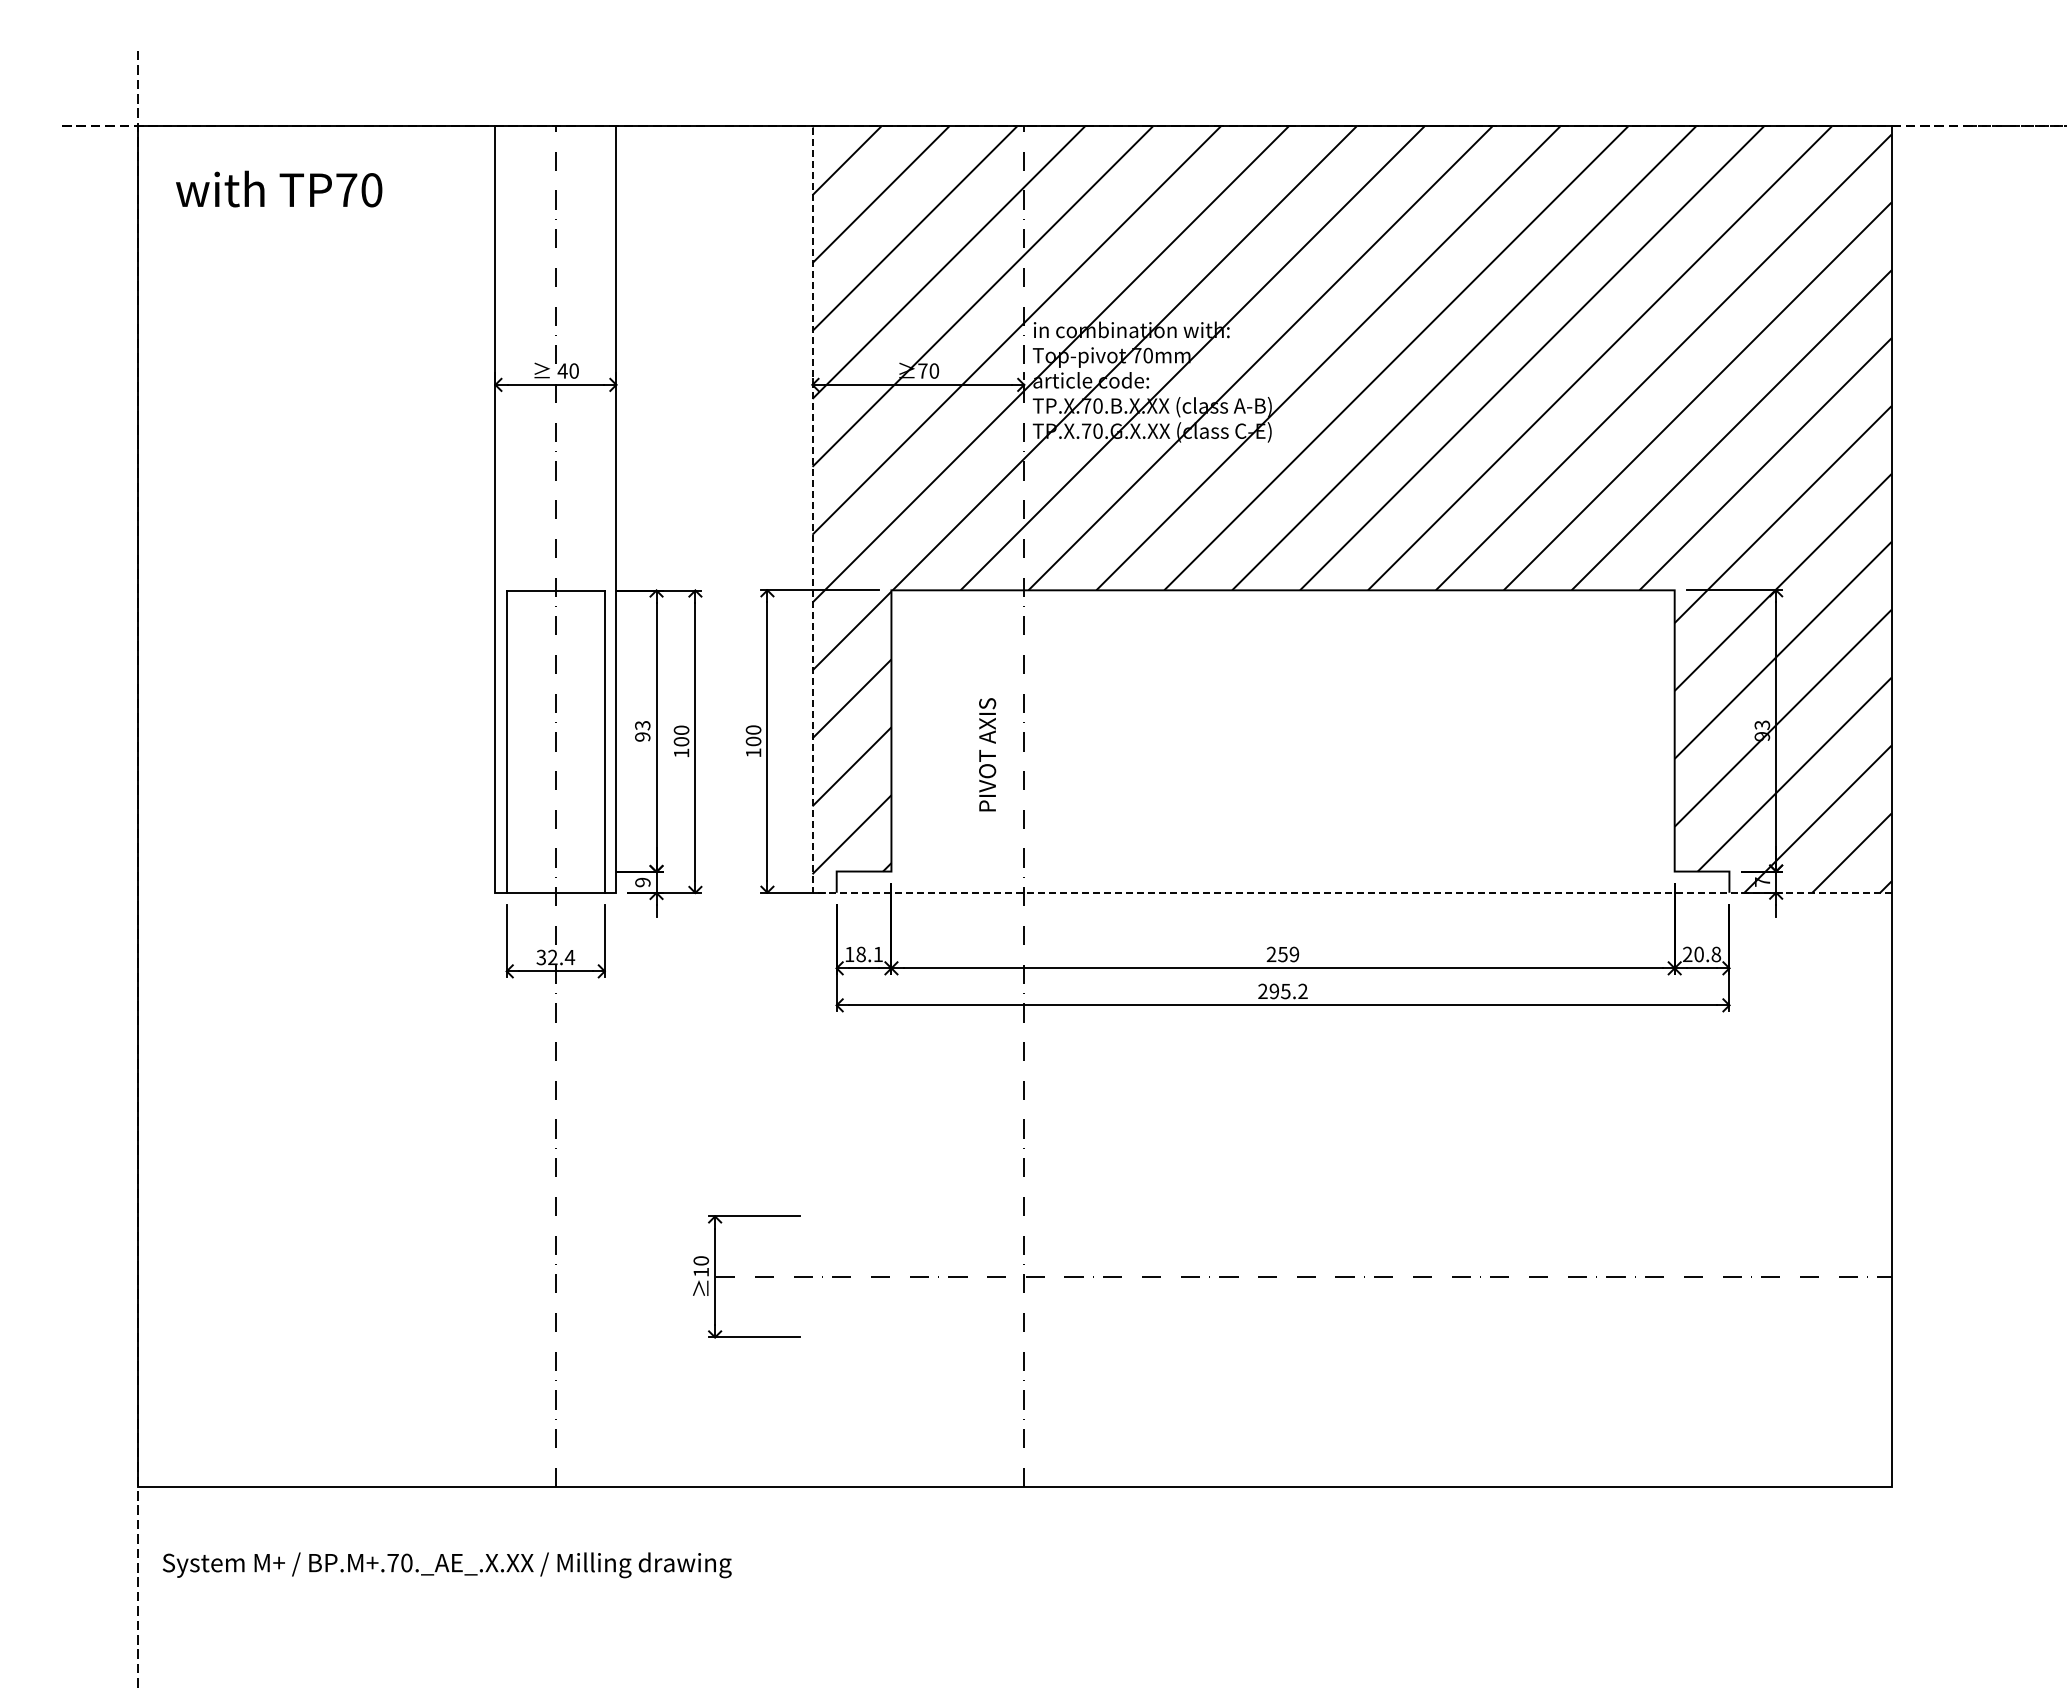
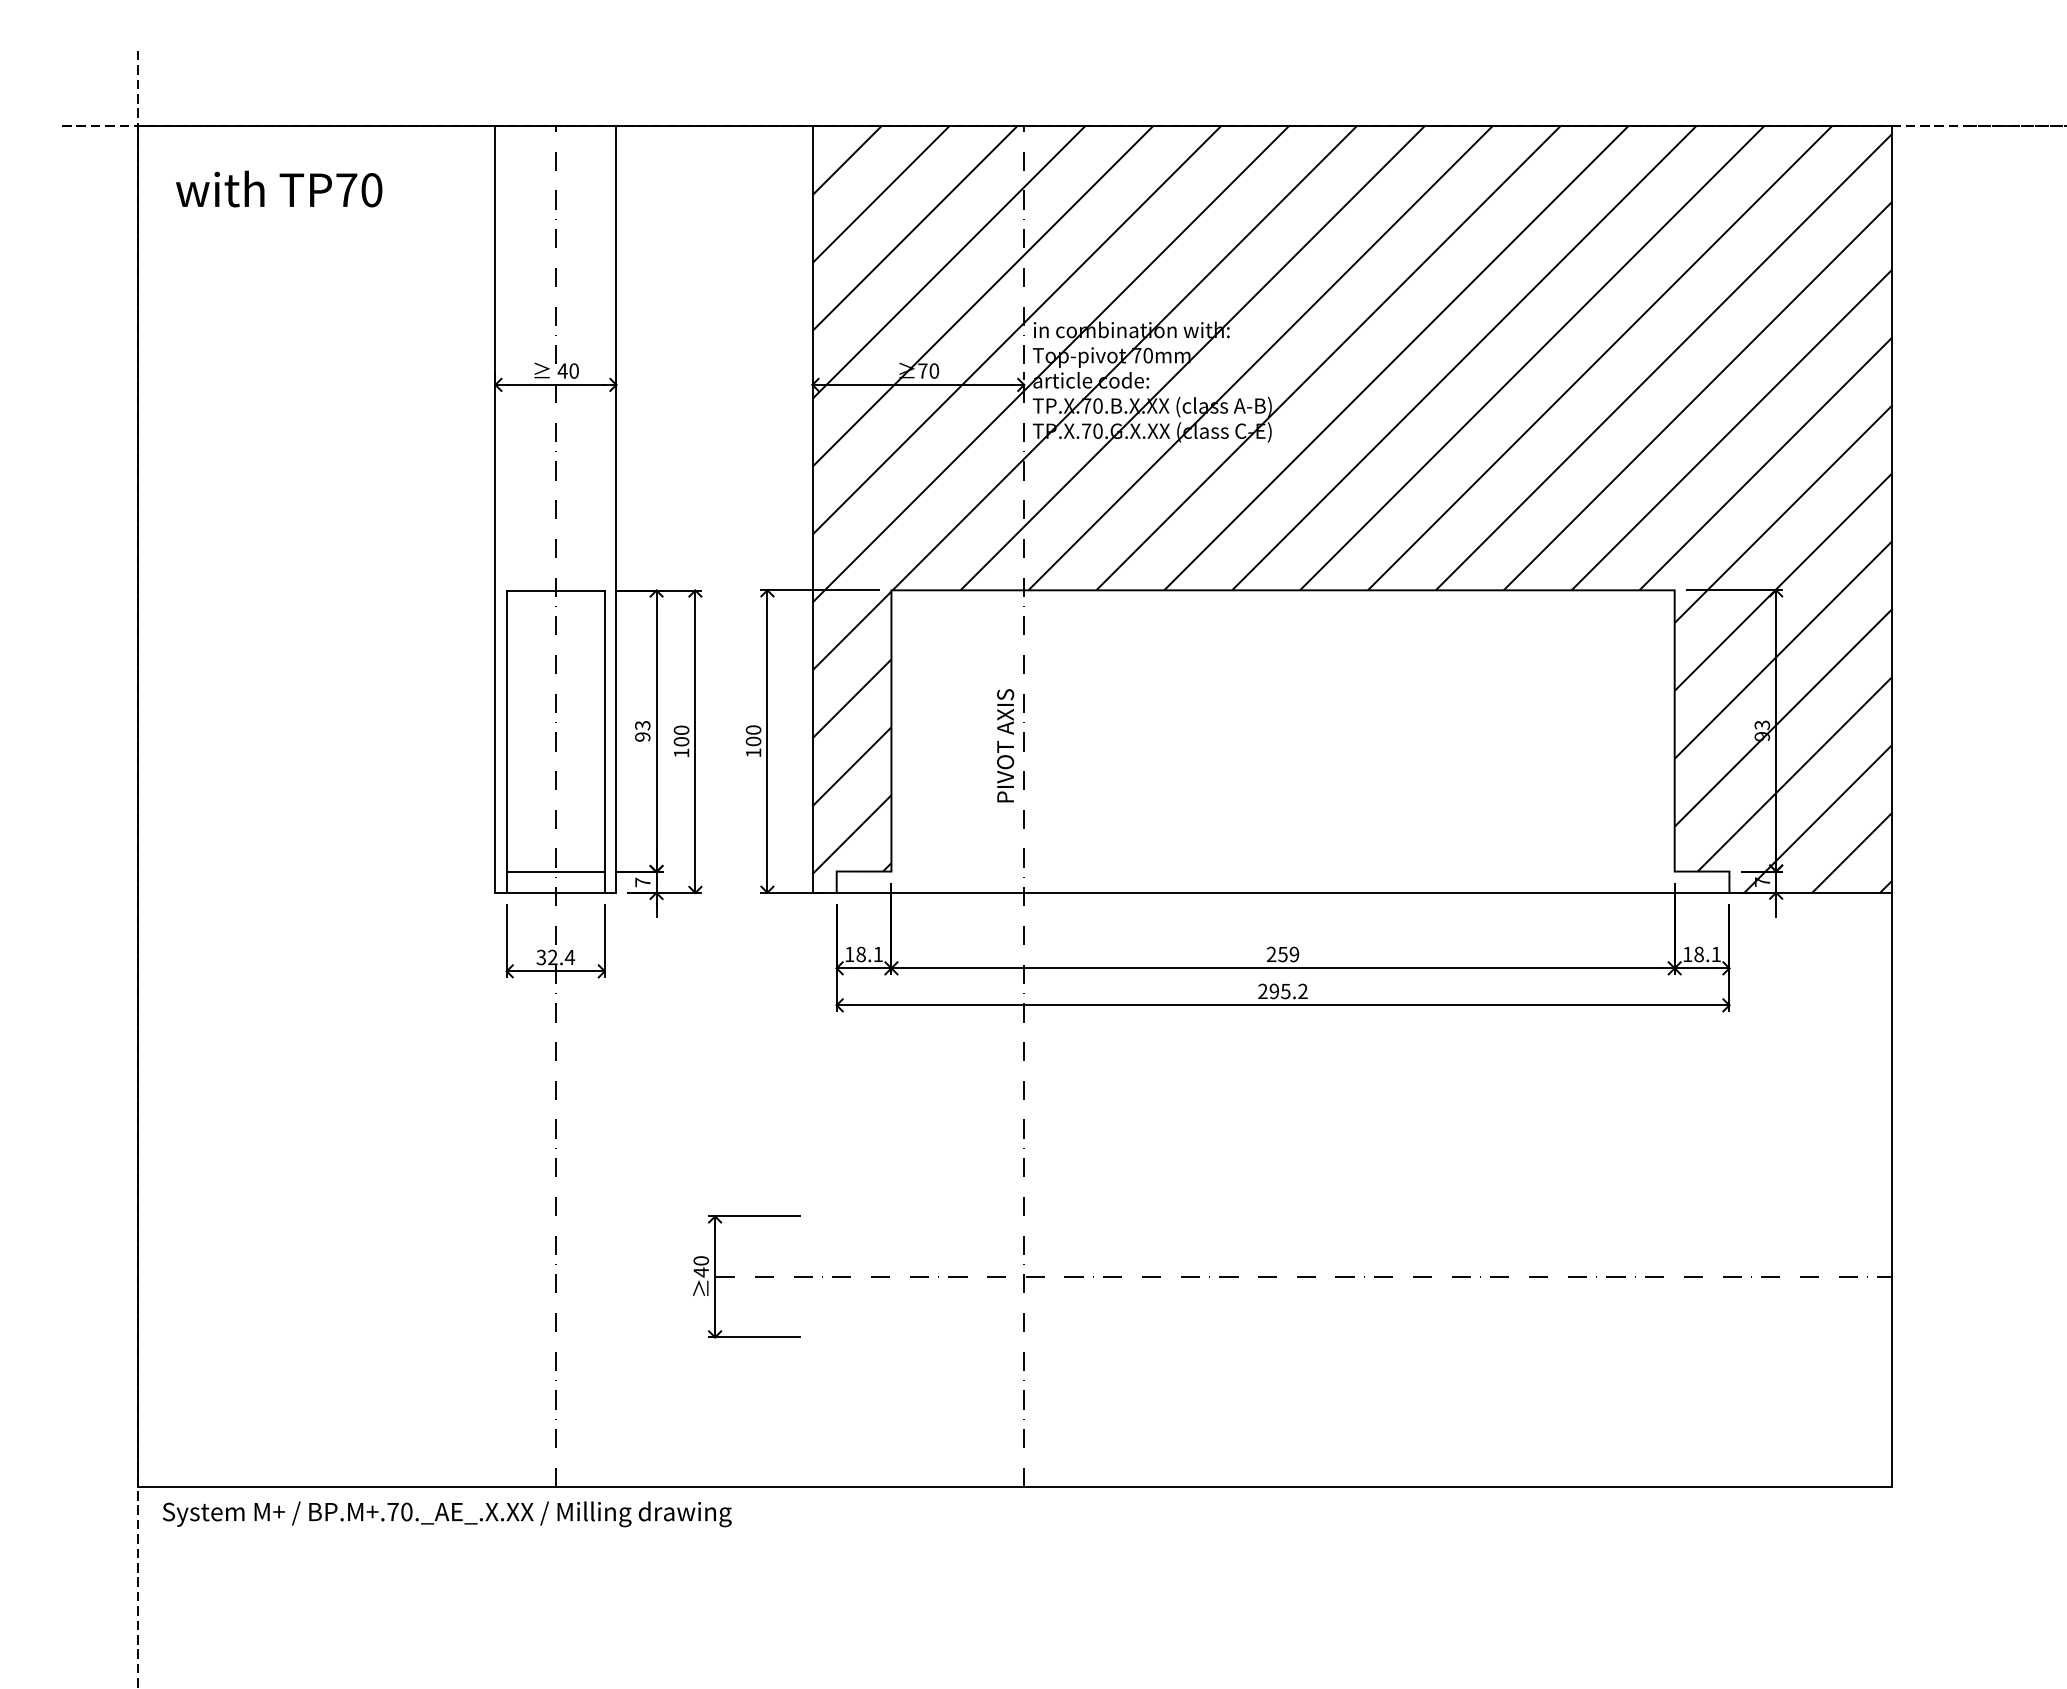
text at (987, 754) position: (987, 754) -> (1005, 745)
line at (555, 872): none -> present
text at (642, 882): 9 -> 7
line at (968, 892): dashed -> solid
text at (1702, 954): 20.8 -> 18.1
text at (700, 1272): 10 -> 40
text at (446, 1565) position: (446, 1565) -> (446, 1514)
